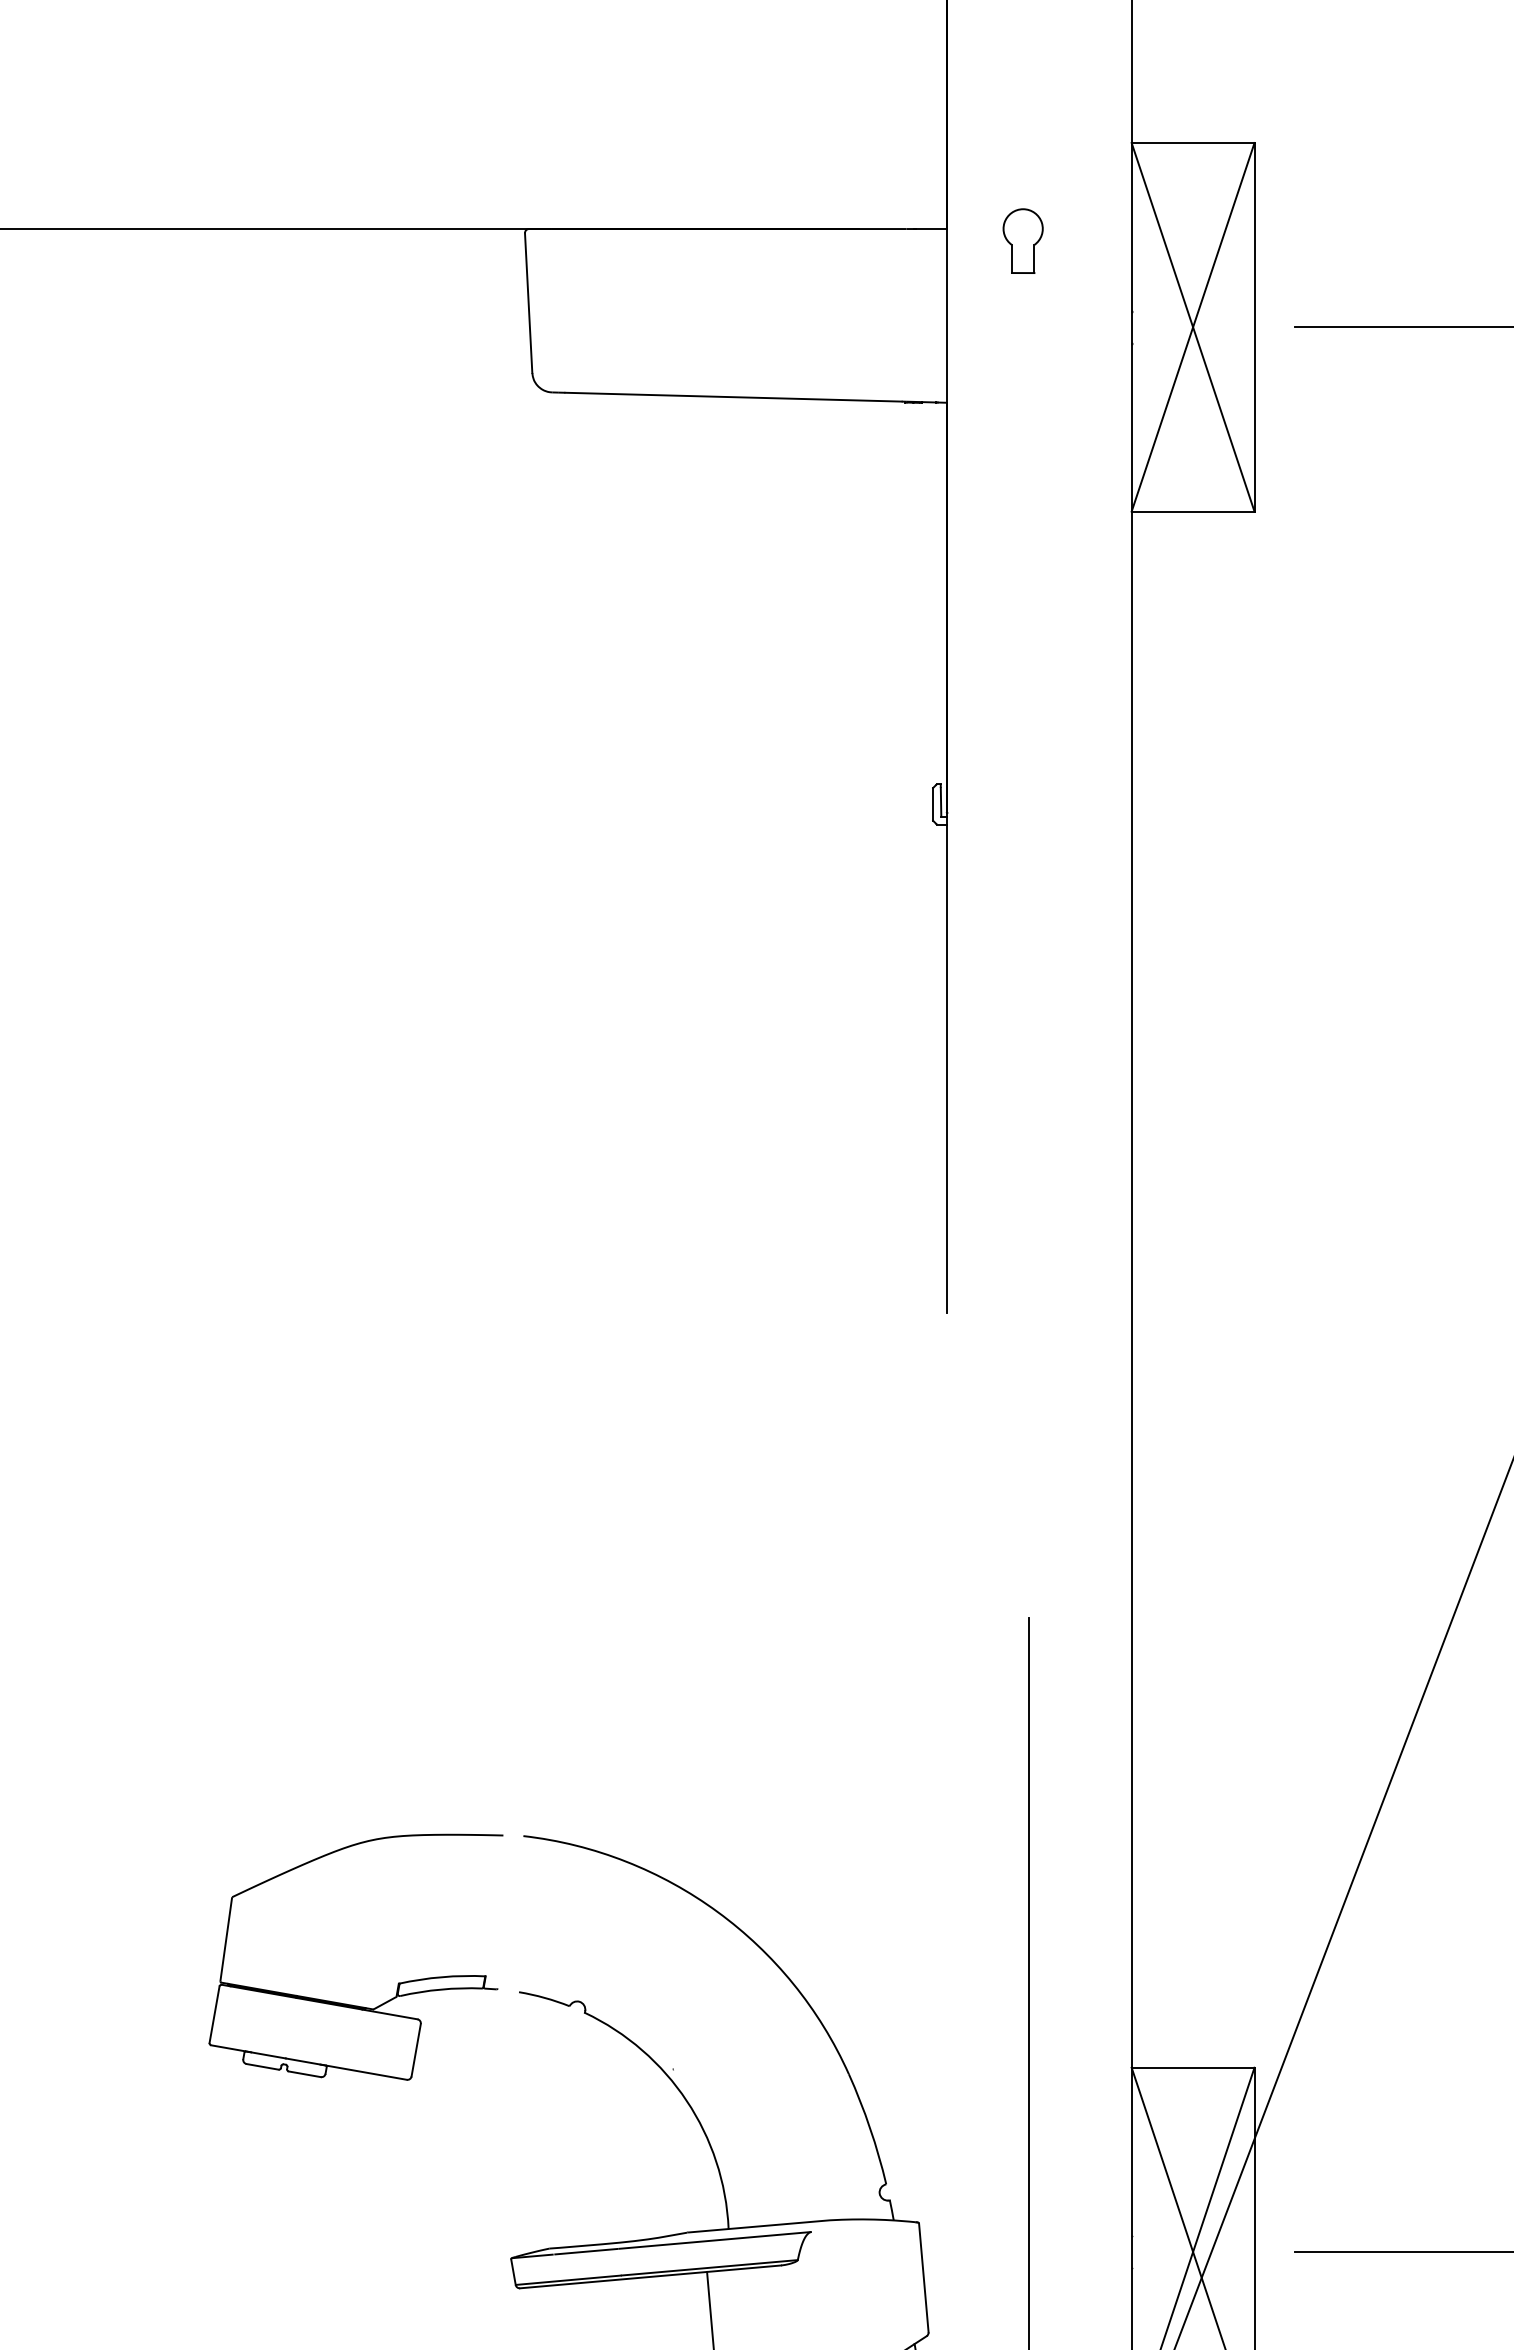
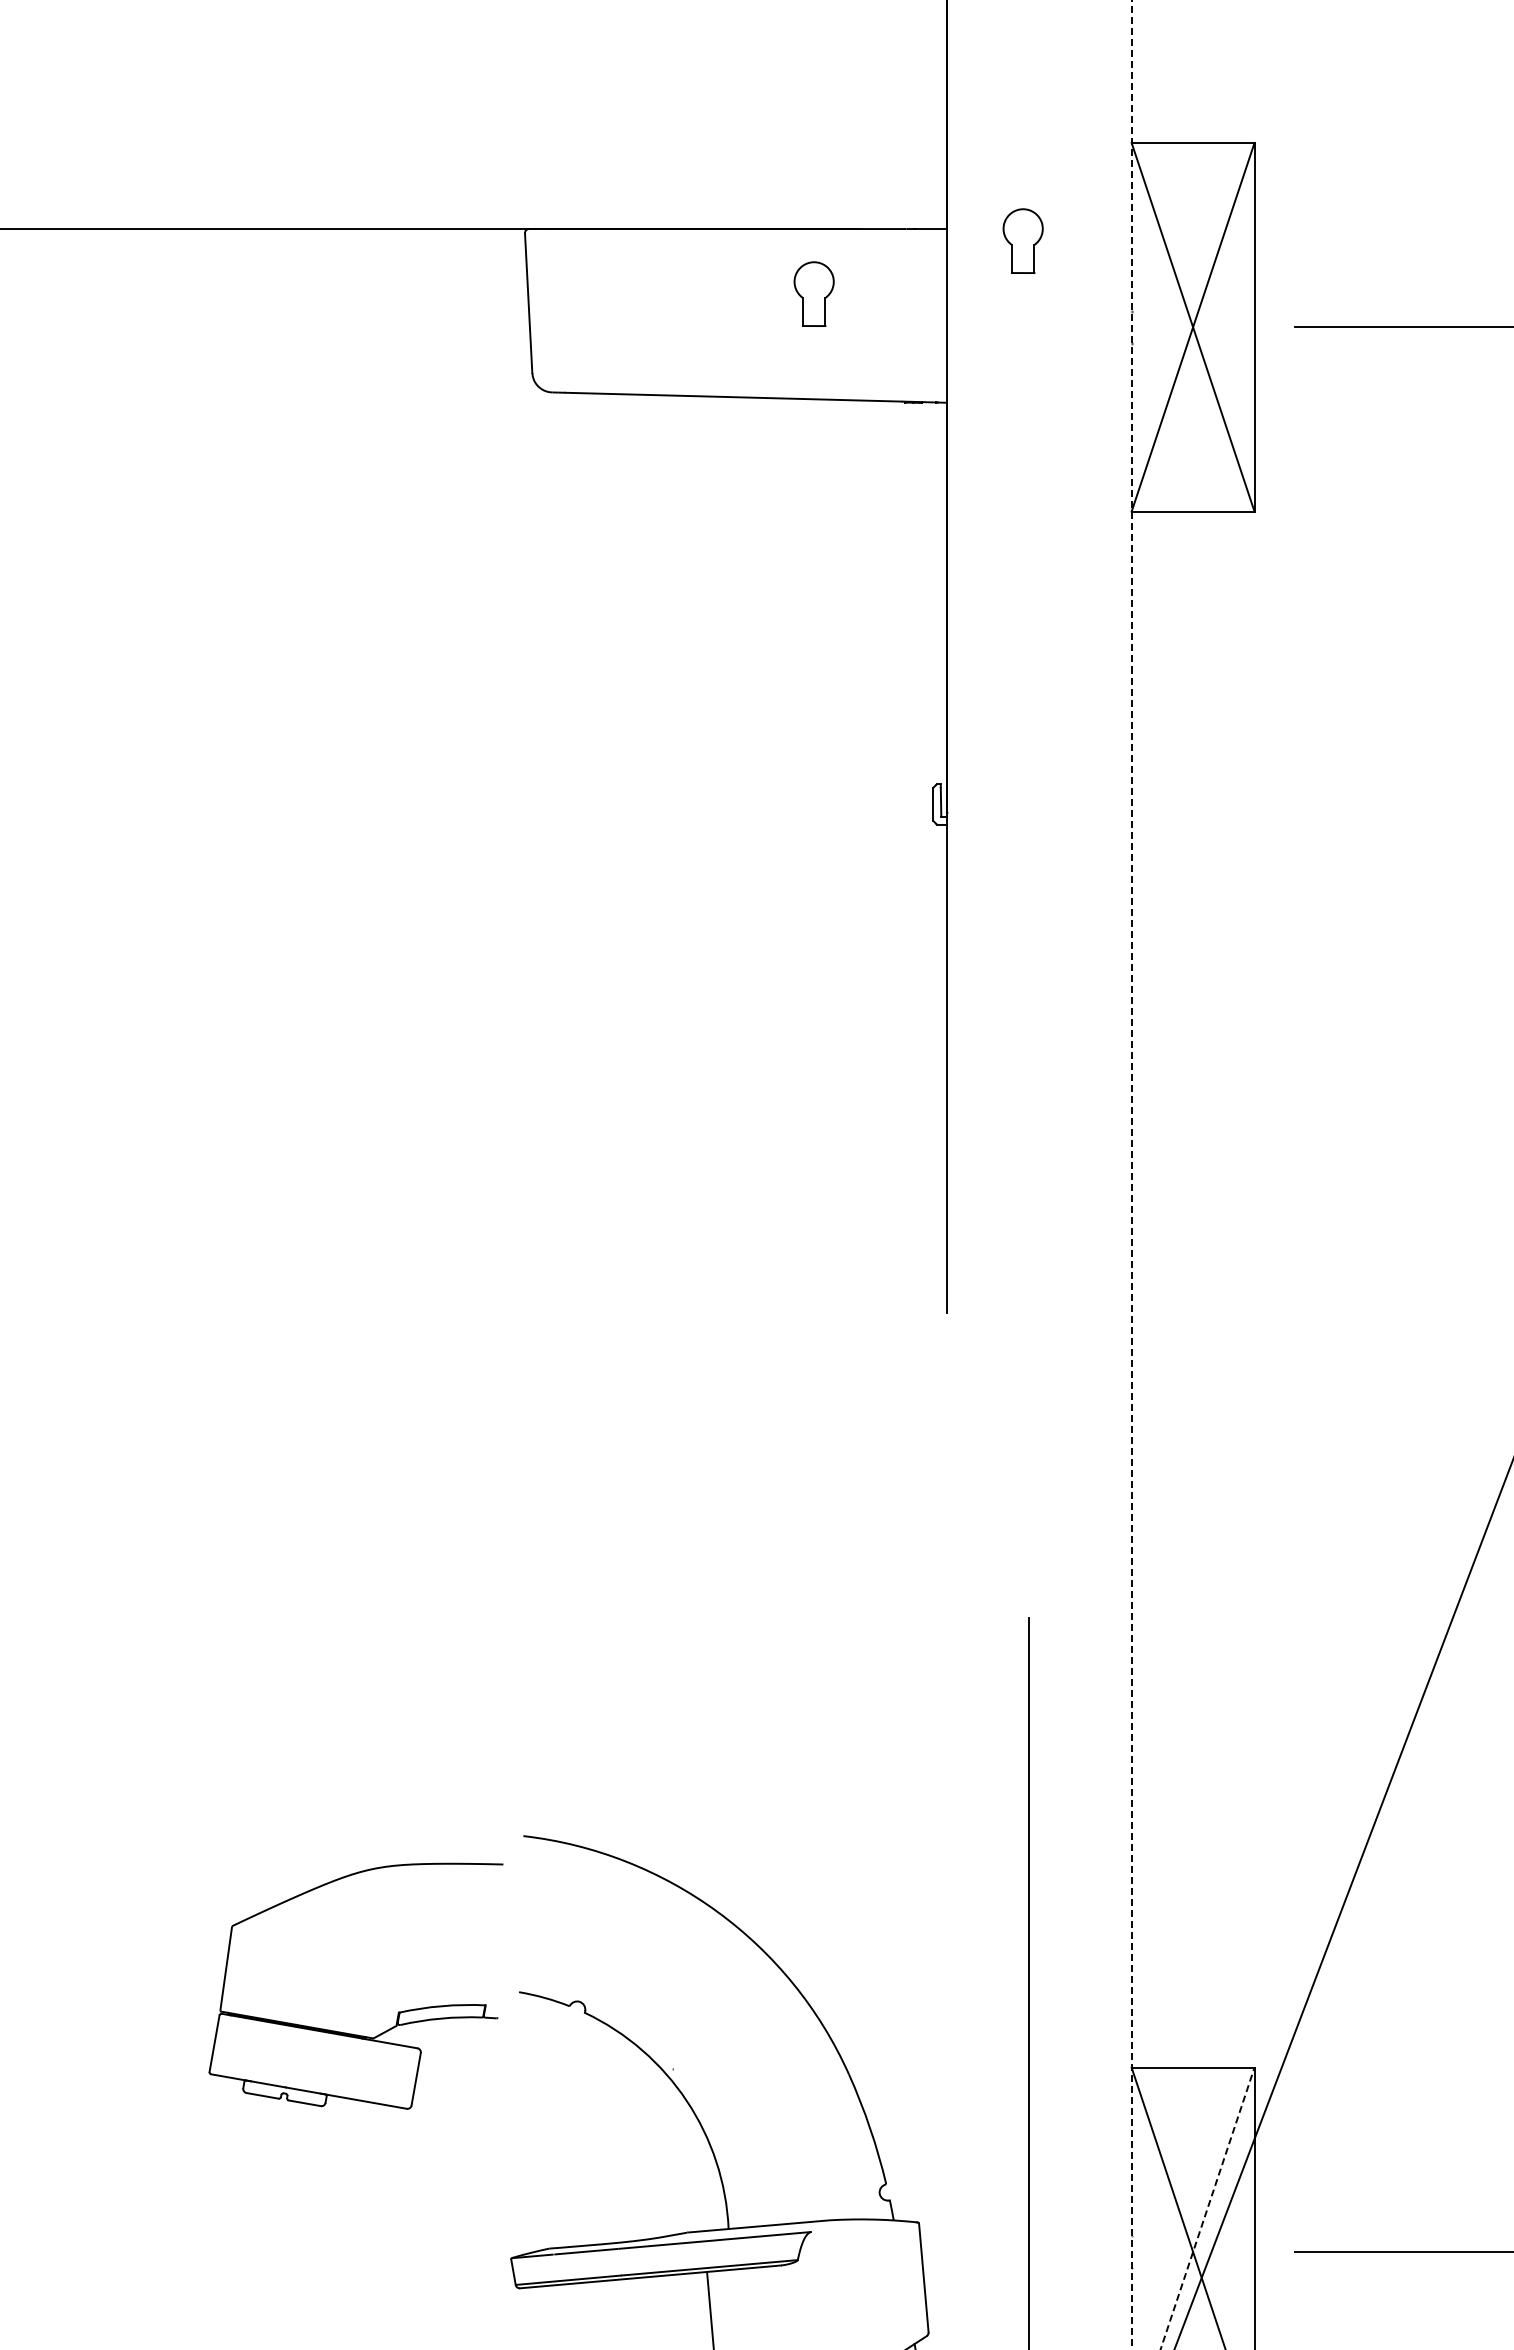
part at (813, 293): none -> present
line at (1131, 1174): solid -> dashed
part at (346, 2003) position: (346, 2003) -> (346, 2032)
line at (1207, 2207): solid -> dashed
